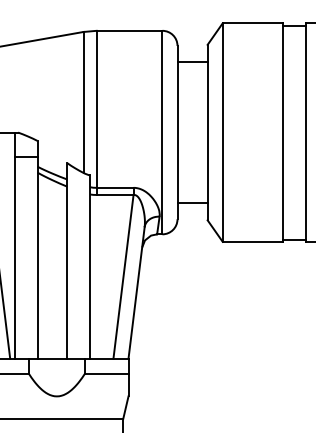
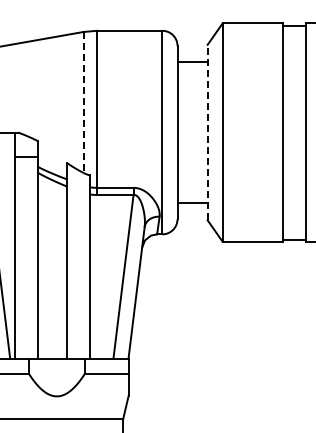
line at (83, 102): solid -> dashed
line at (207, 132): solid -> dashed
